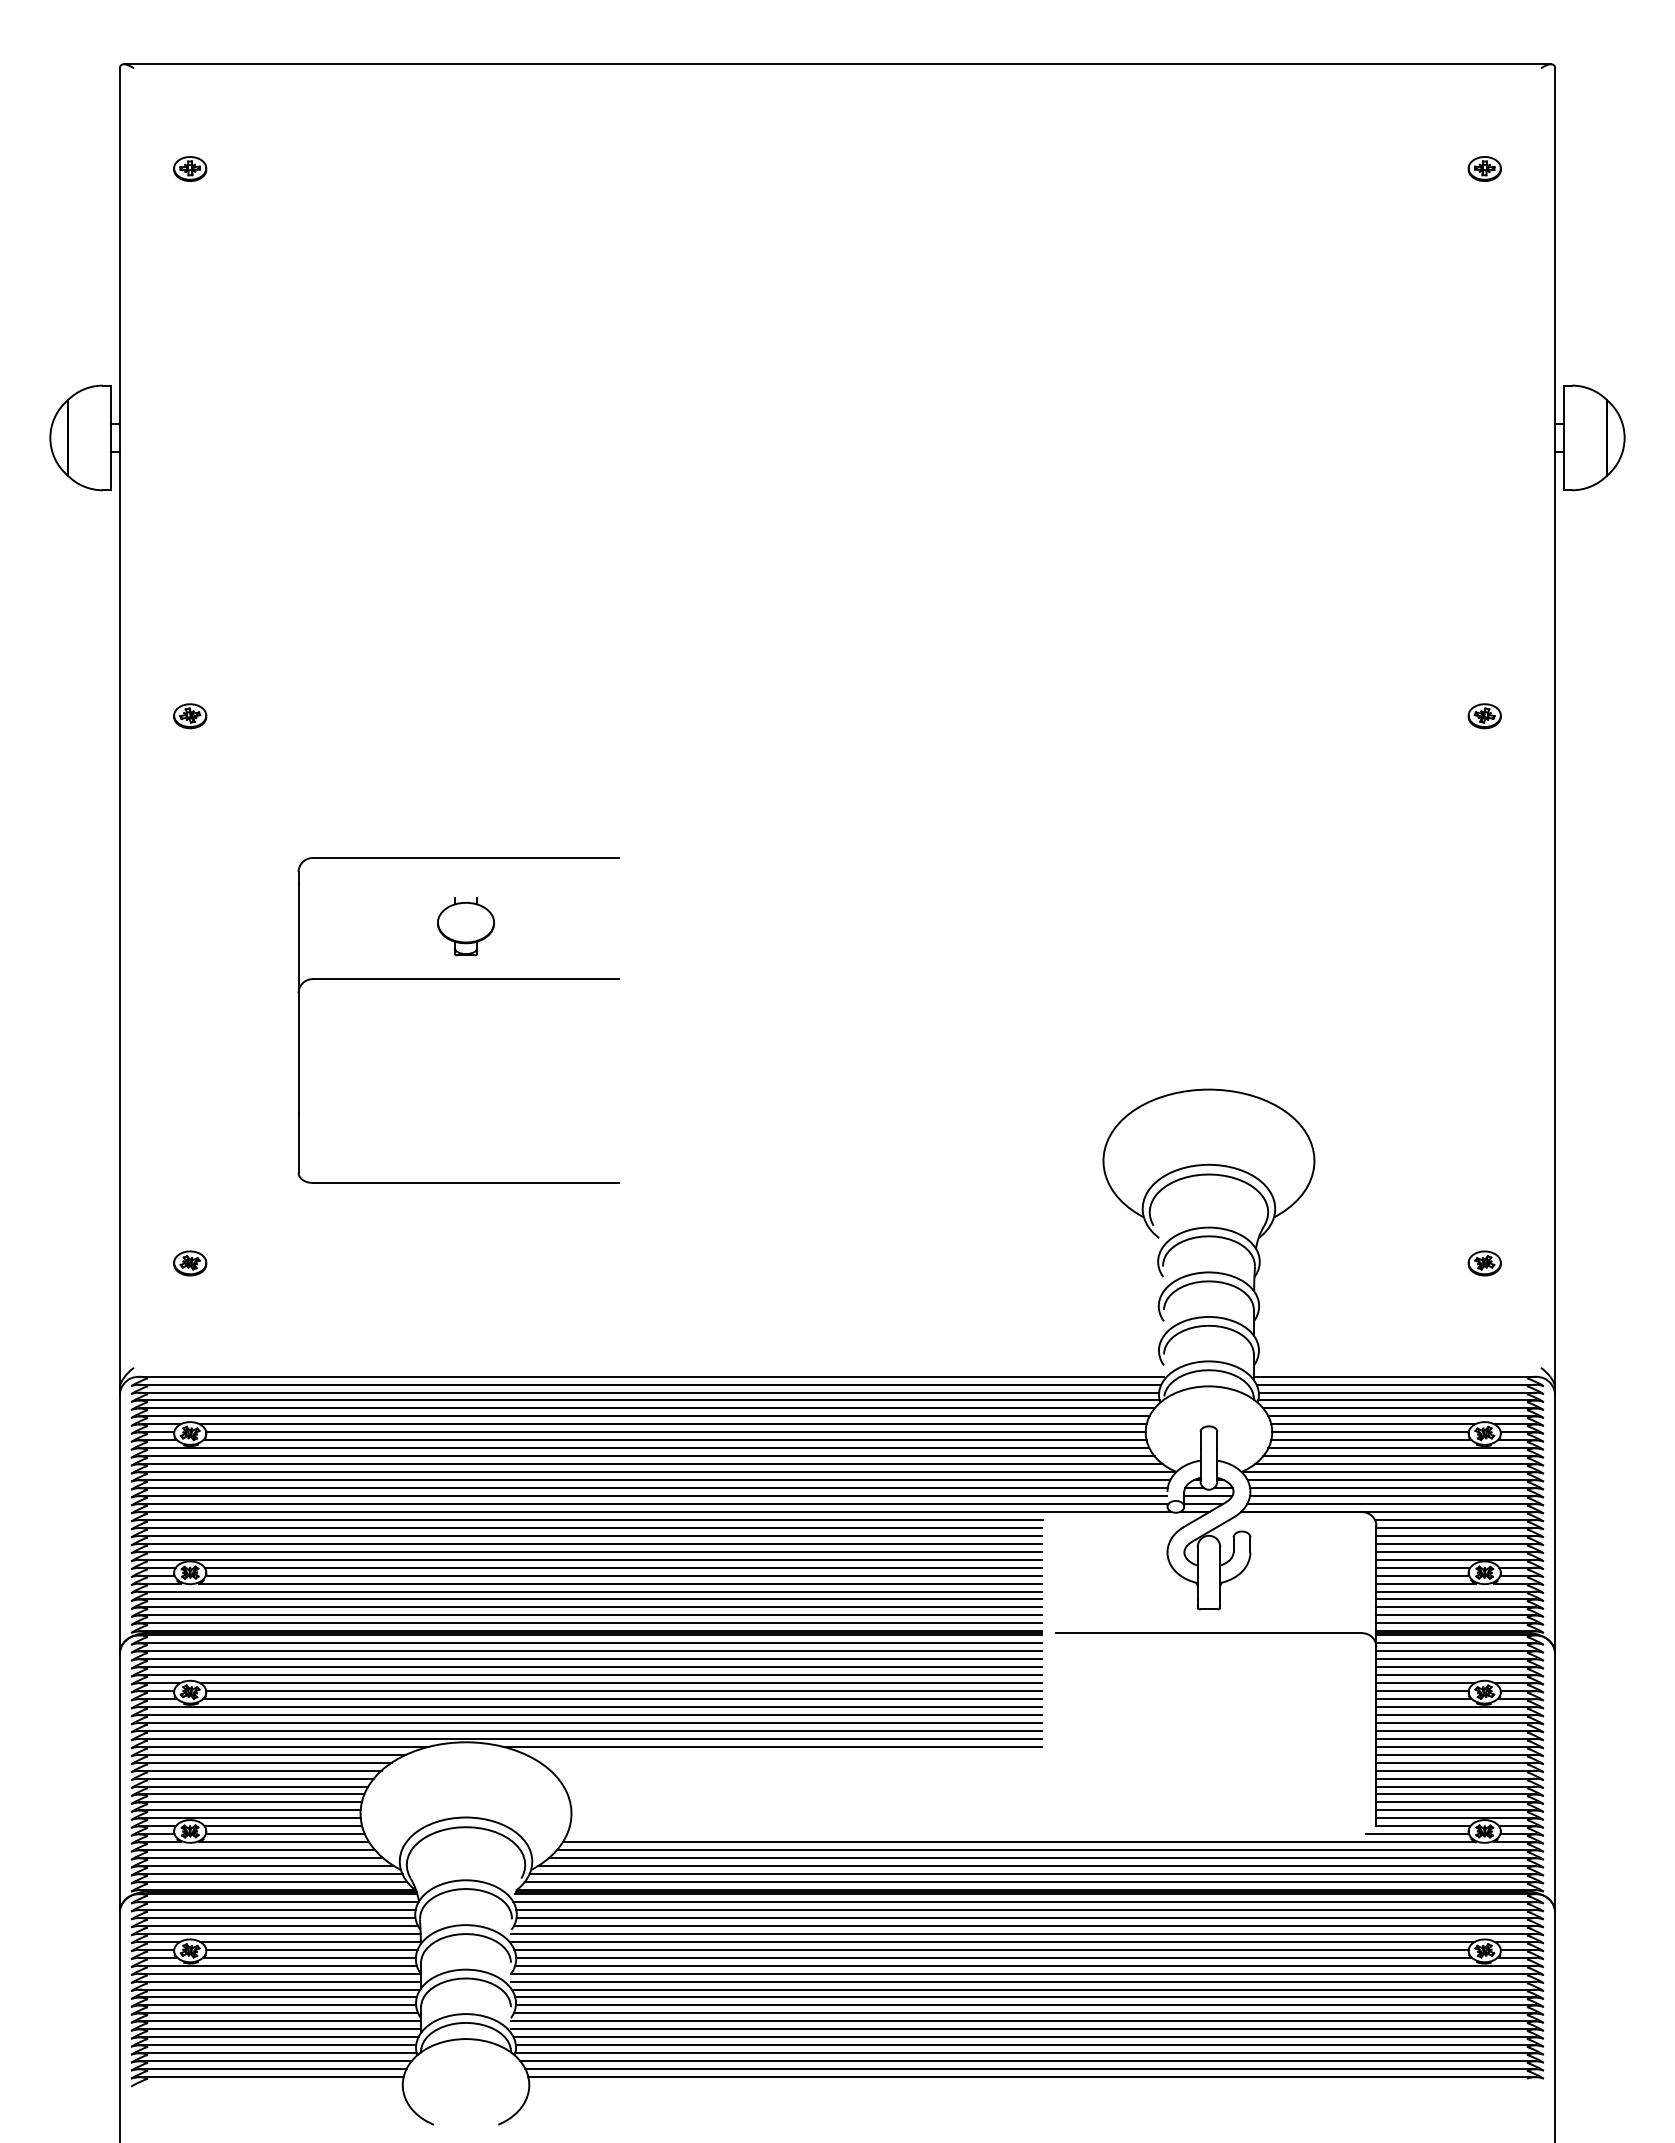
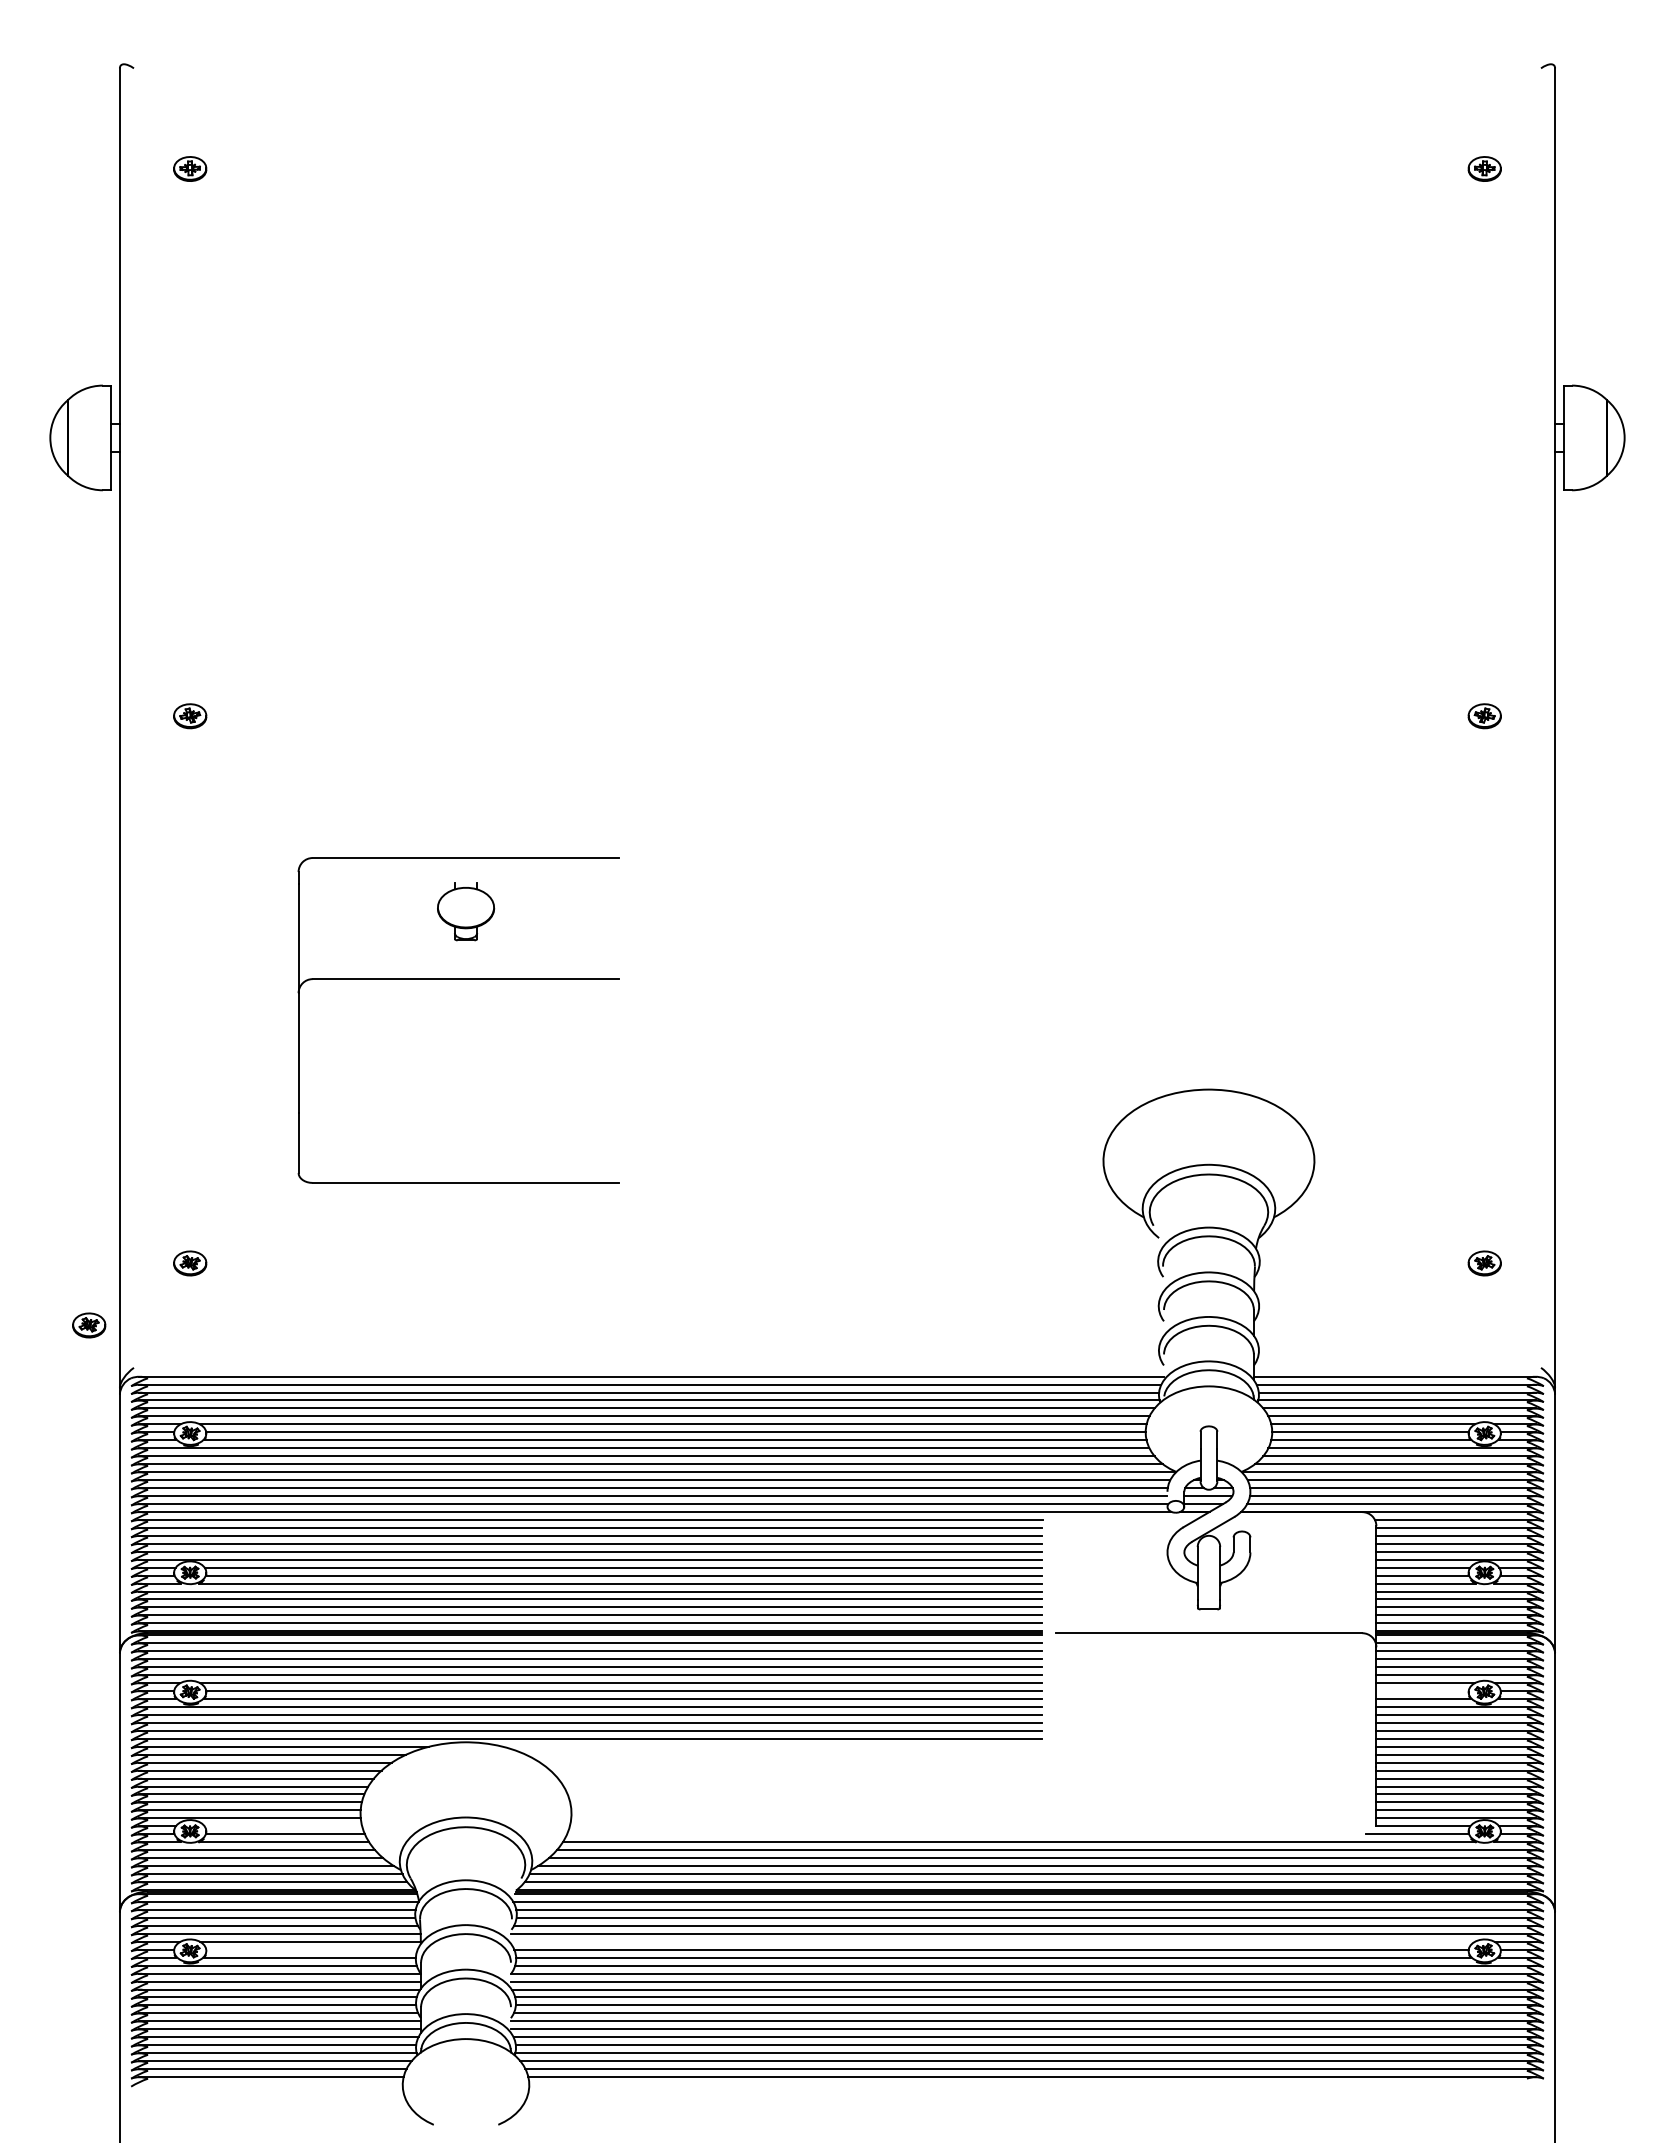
line at (837, 64): present -> none
part at (466, 926) position: (466, 926) -> (466, 911)
part at (89, 1325): none -> present
line at (1422, 1691): present -> none
line at (771, 1746): present -> none
line at (283, 1826): present -> none
line at (992, 1941): present -> none
line at (311, 1949): present -> none
